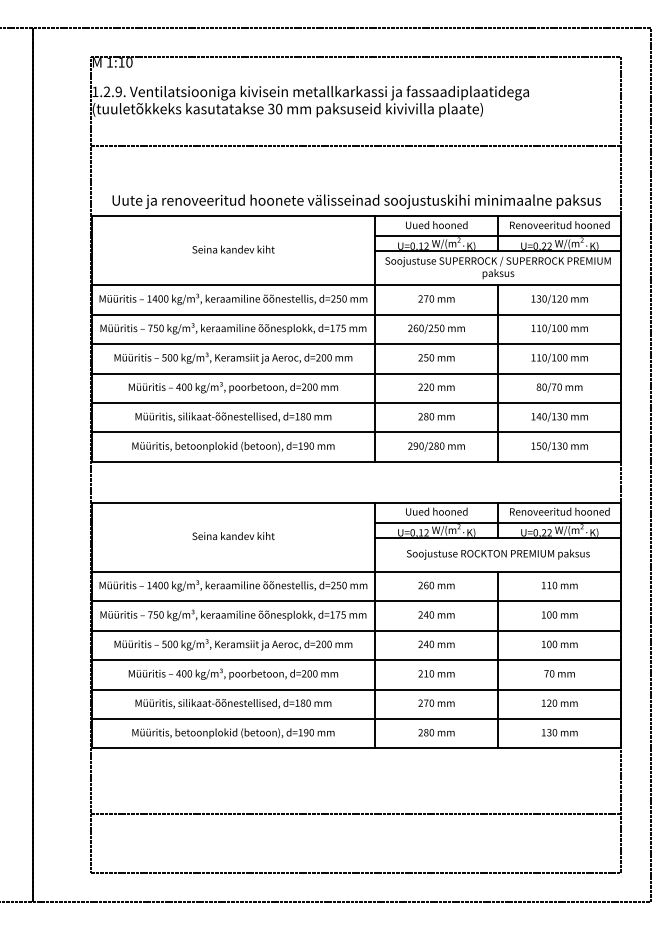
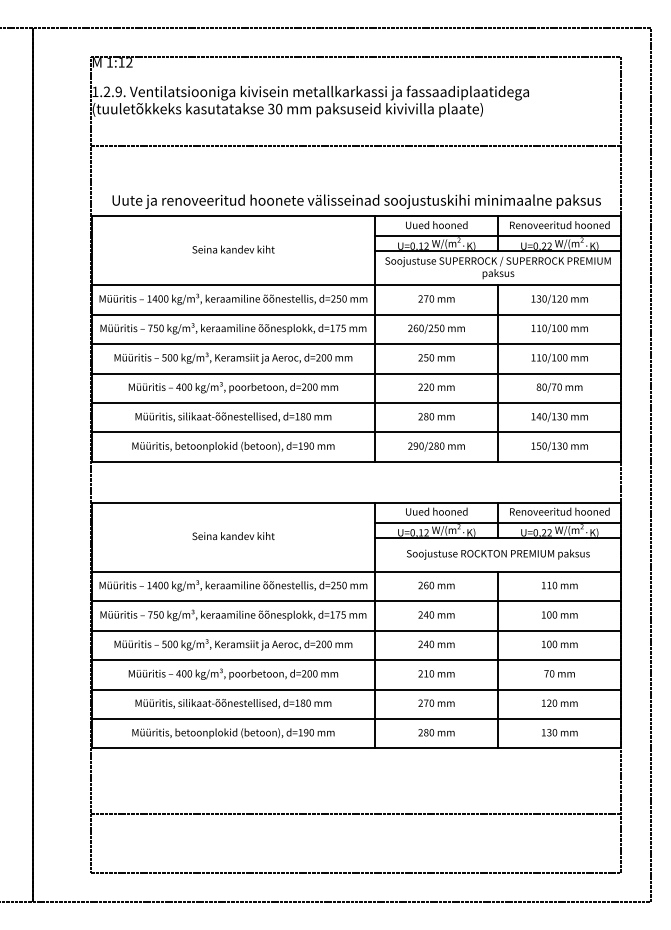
text at (129, 62): 1:10 -> 1:12
